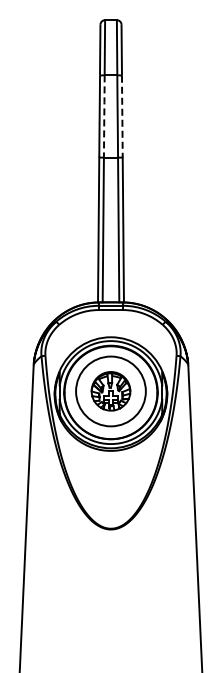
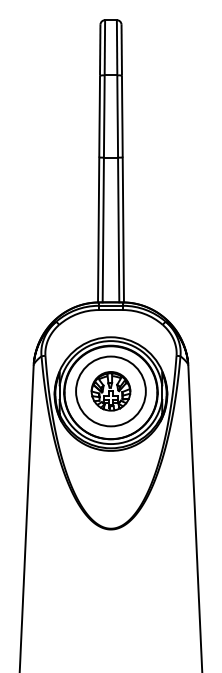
line at (104, 116): dashed -> solid
line at (122, 116): dashed -> solid
